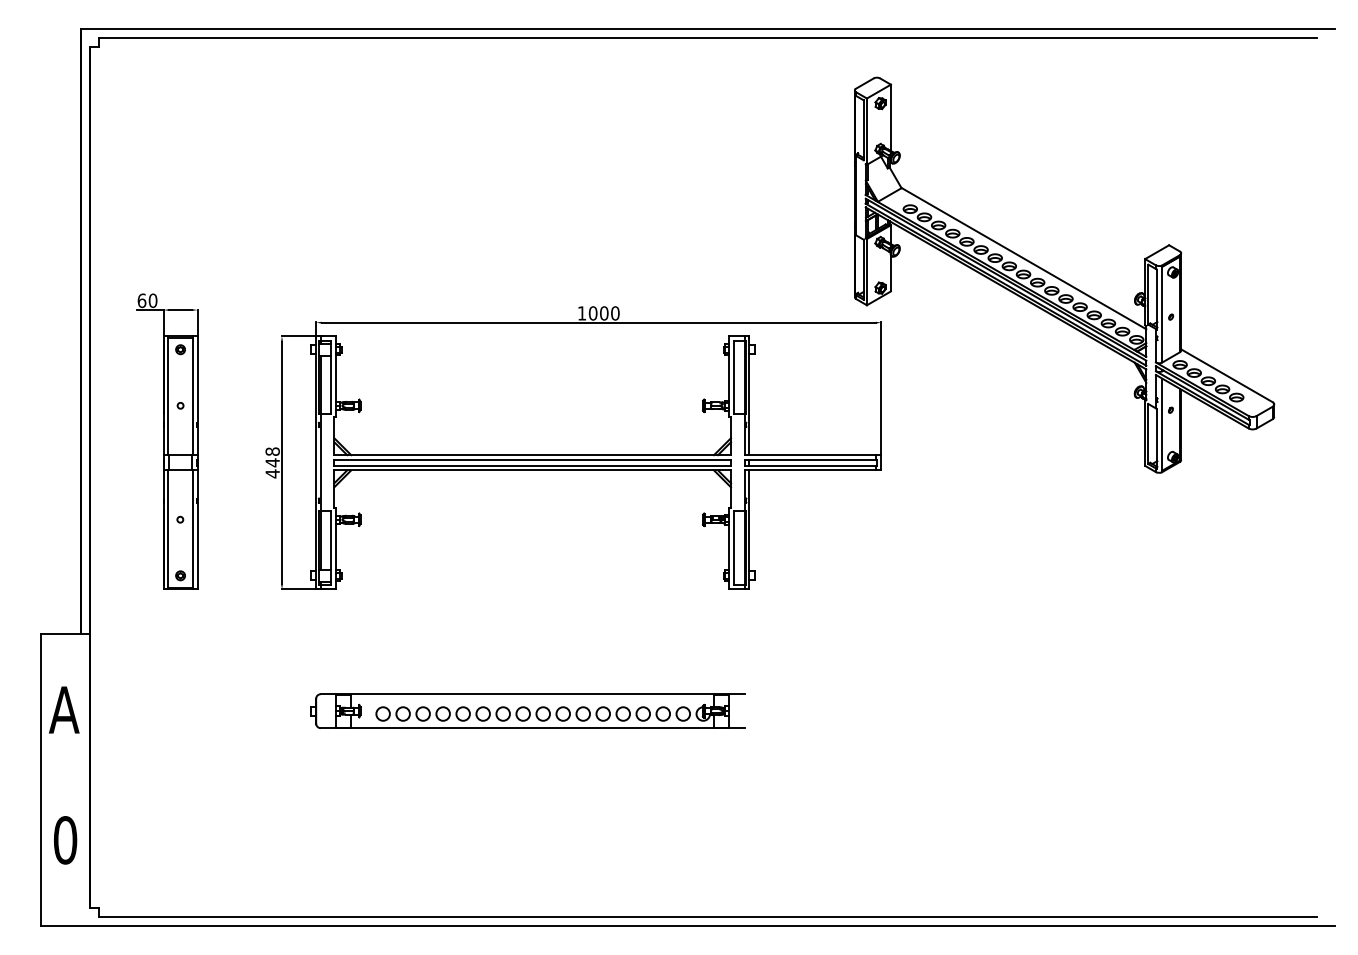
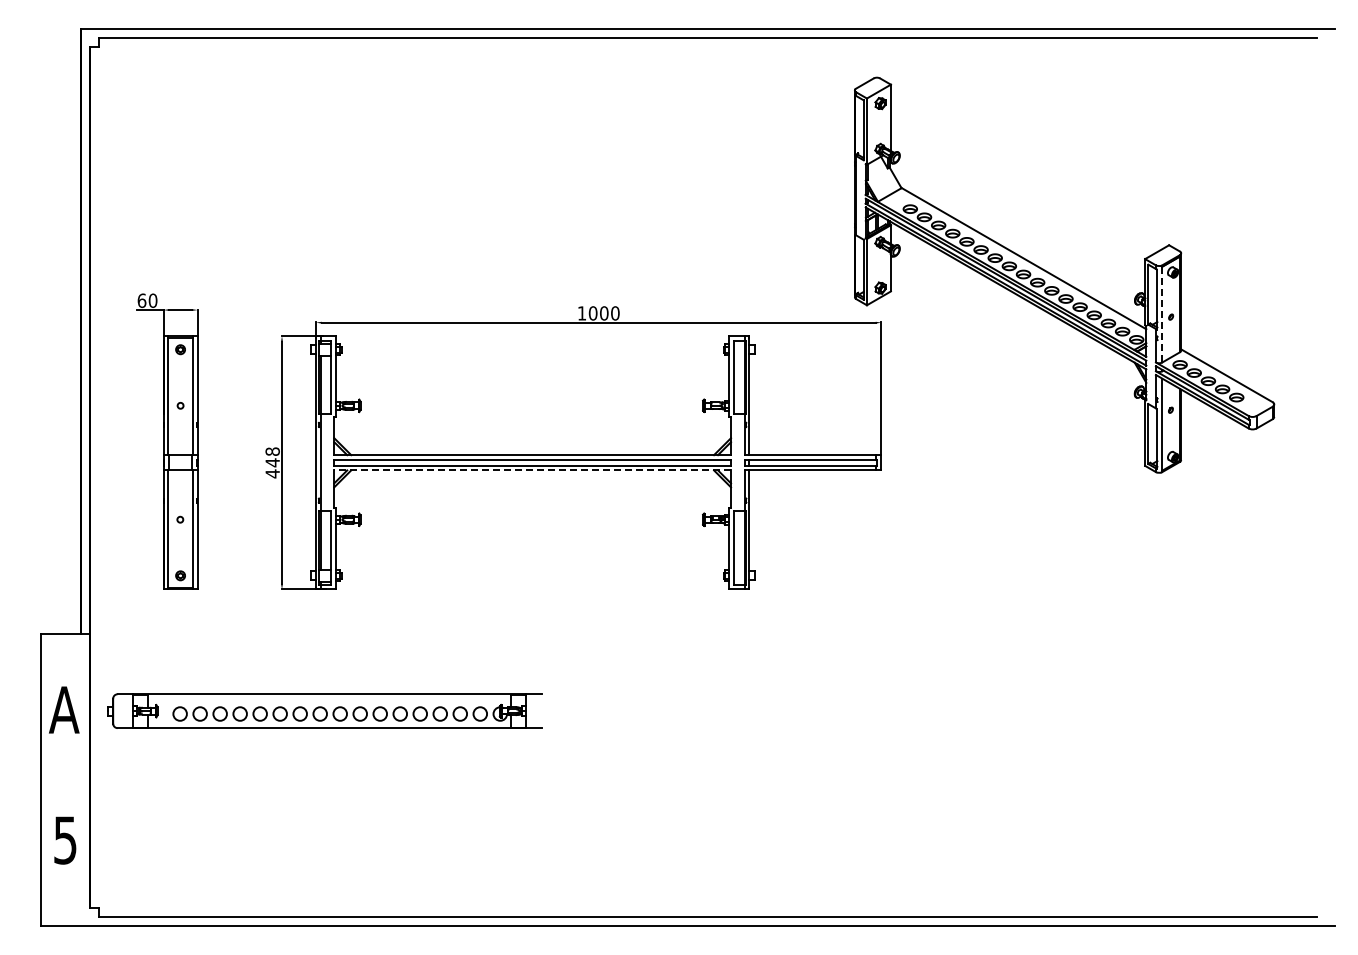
line at (1162, 314): solid -> dashed
line at (532, 470): solid -> dashed
part at (527, 710) position: (527, 710) -> (324, 710)
text at (65, 840): 0 -> 5
